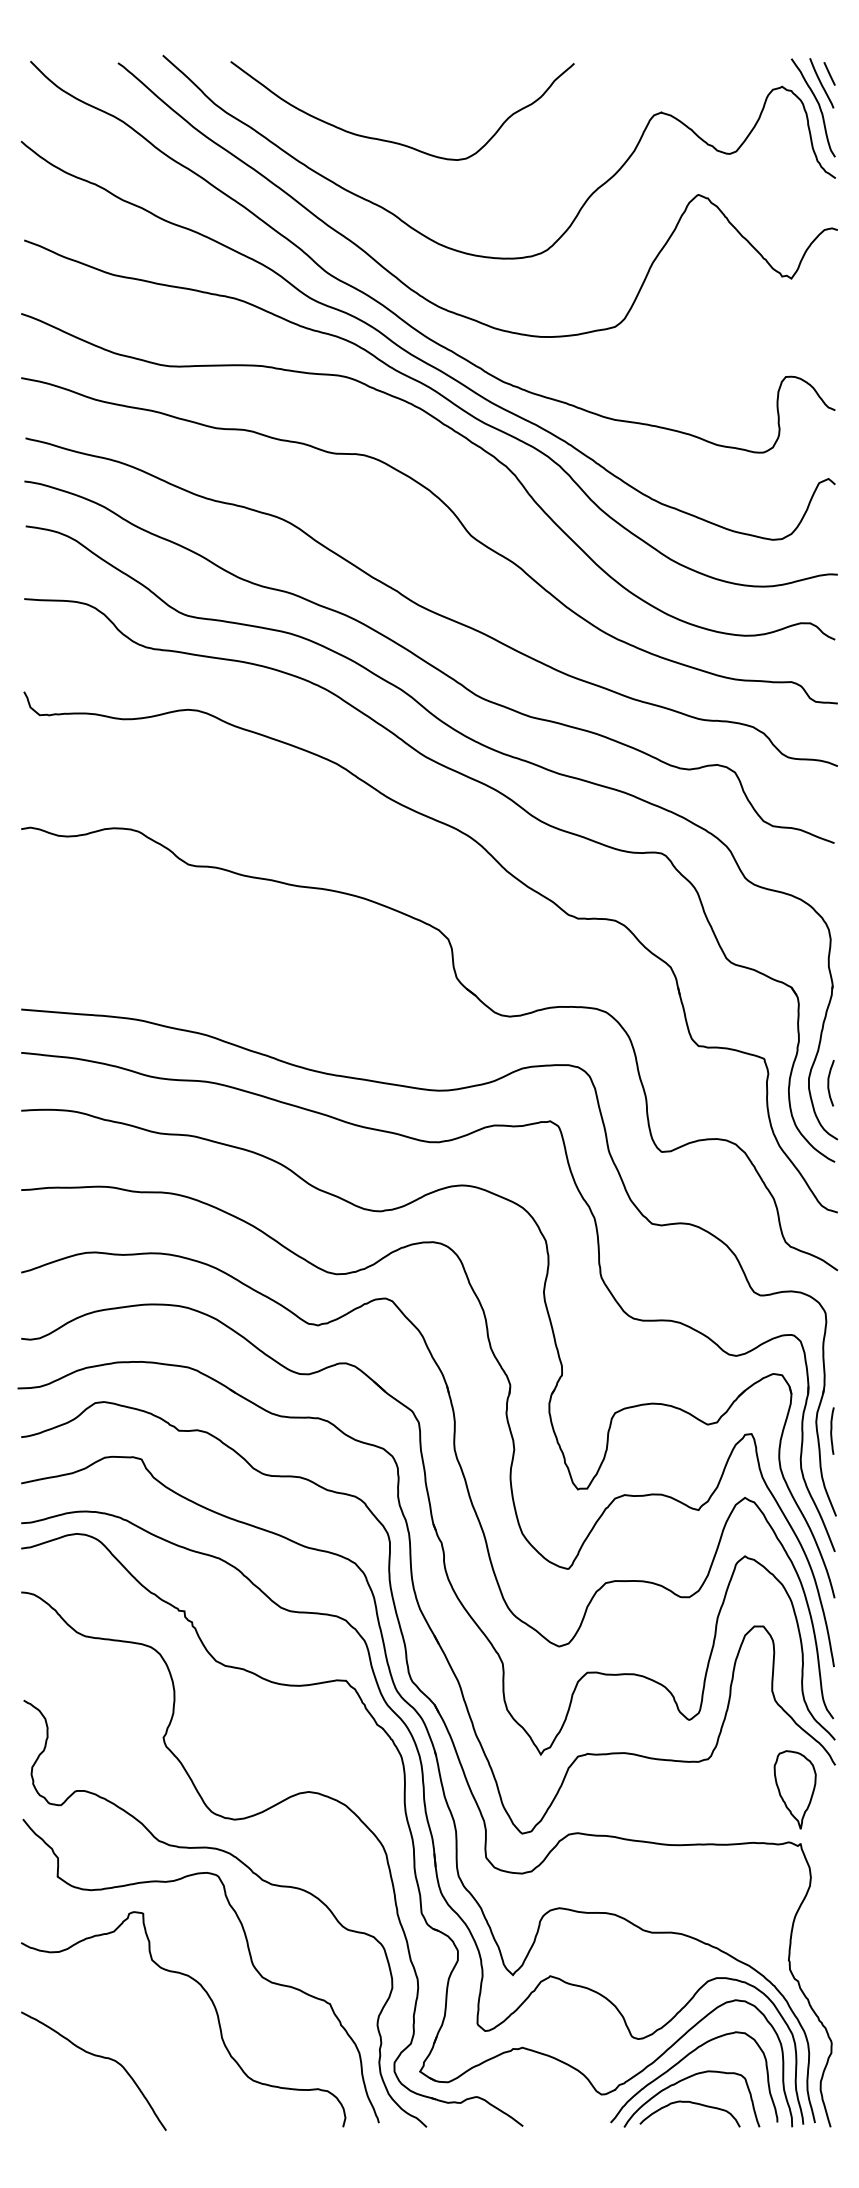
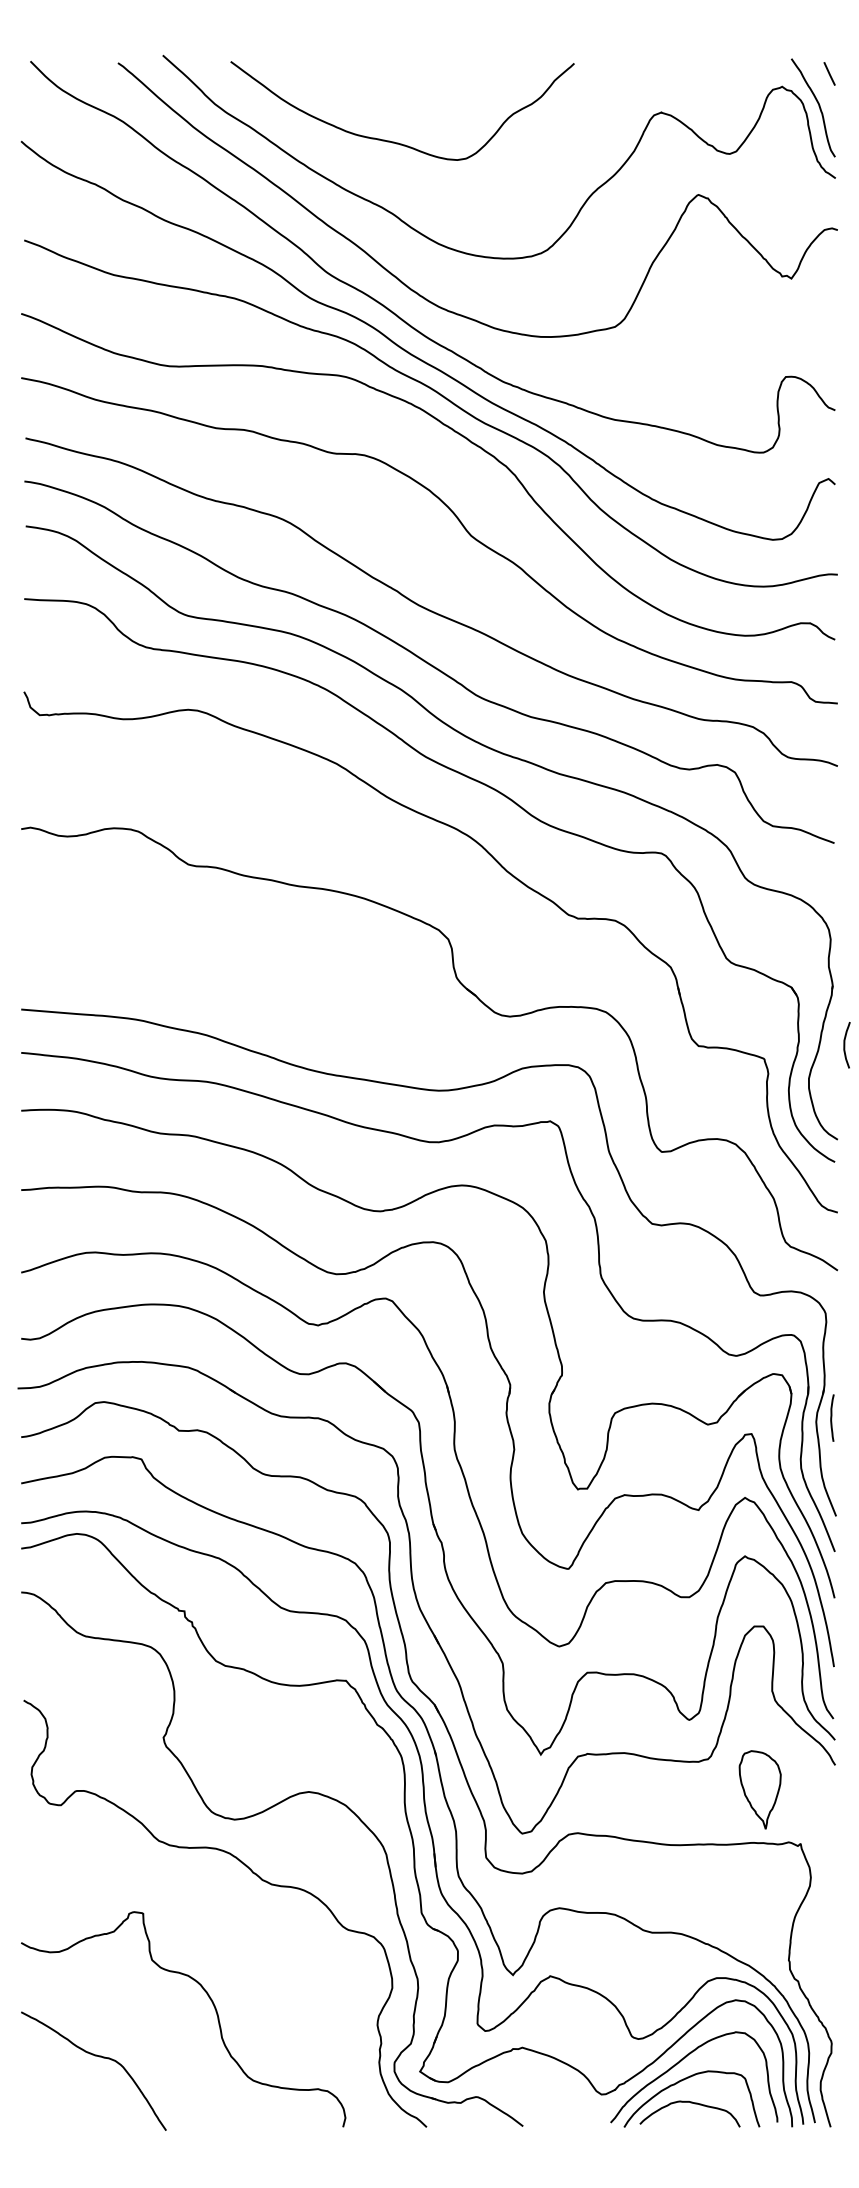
curve at (821, 83): present -> none
curve at (829, 1083) position: (829, 1083) -> (845, 1045)
curve at (832, 1430) position: (832, 1430) -> (832, 1417)
part at (794, 1789) position: (794, 1789) -> (759, 1789)
curve at (250, 1961): present -> none
